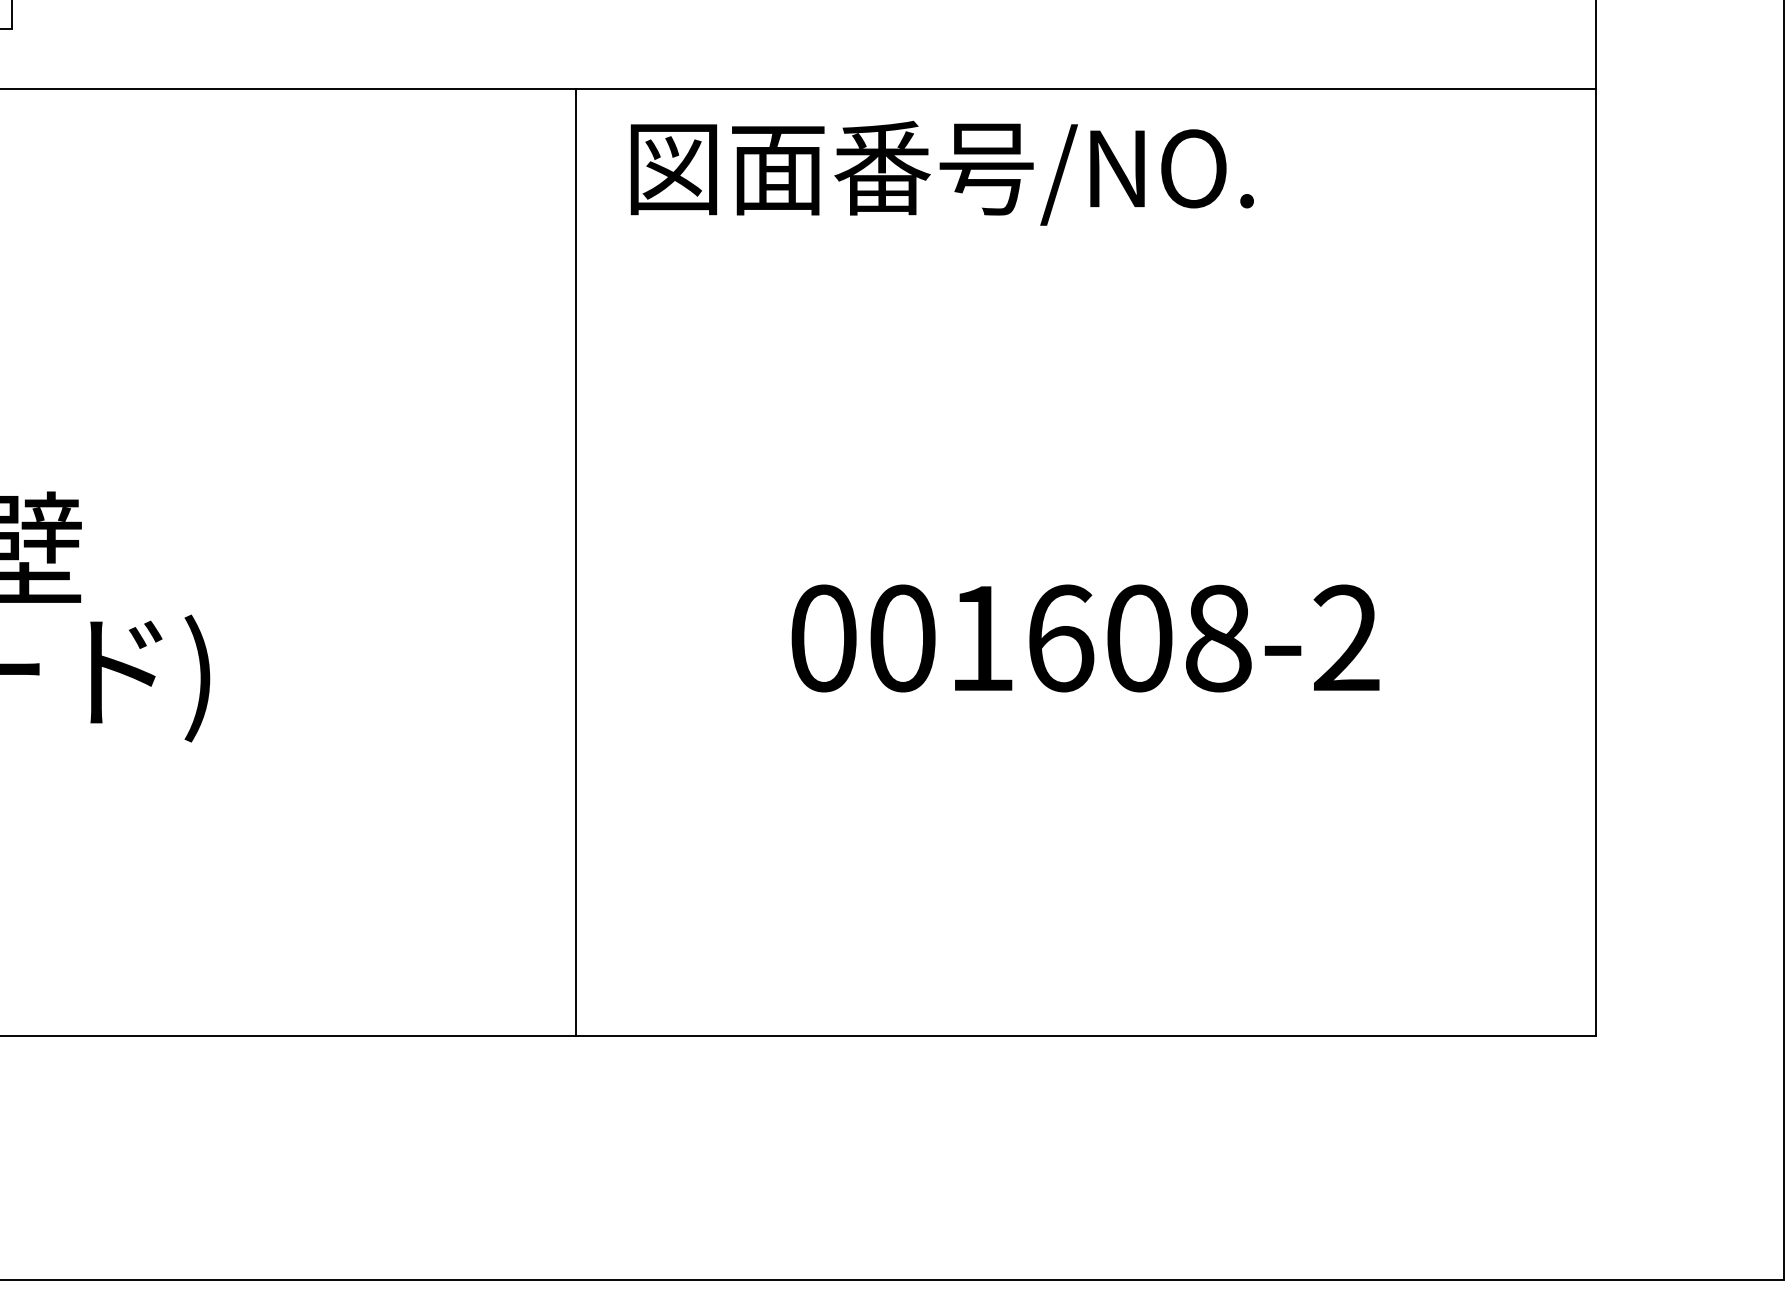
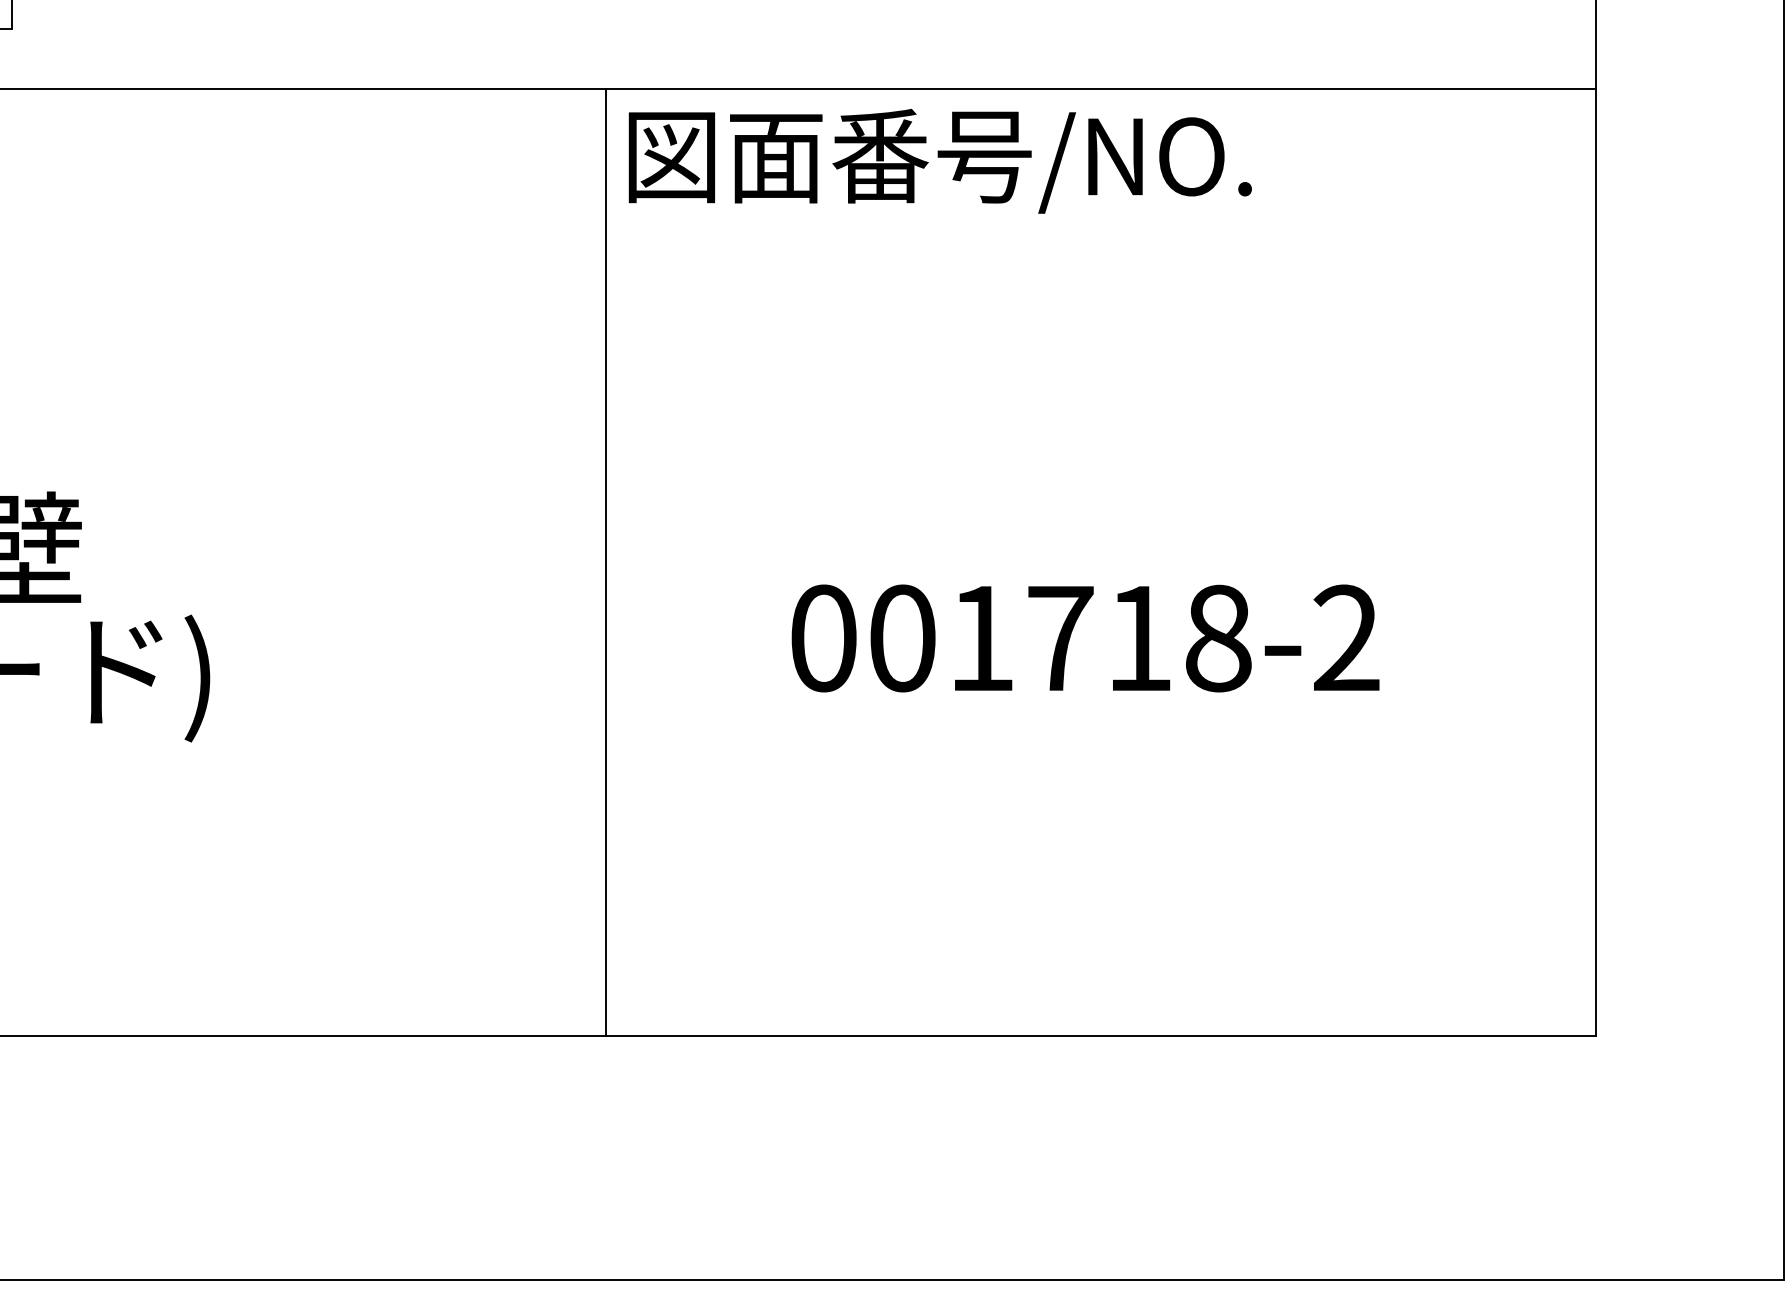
text at (941, 172) position: (941, 172) -> (939, 160)
line at (575, 562) position: (575, 562) -> (605, 562)
text at (1100, 638): 001608-2 -> 001718-2
